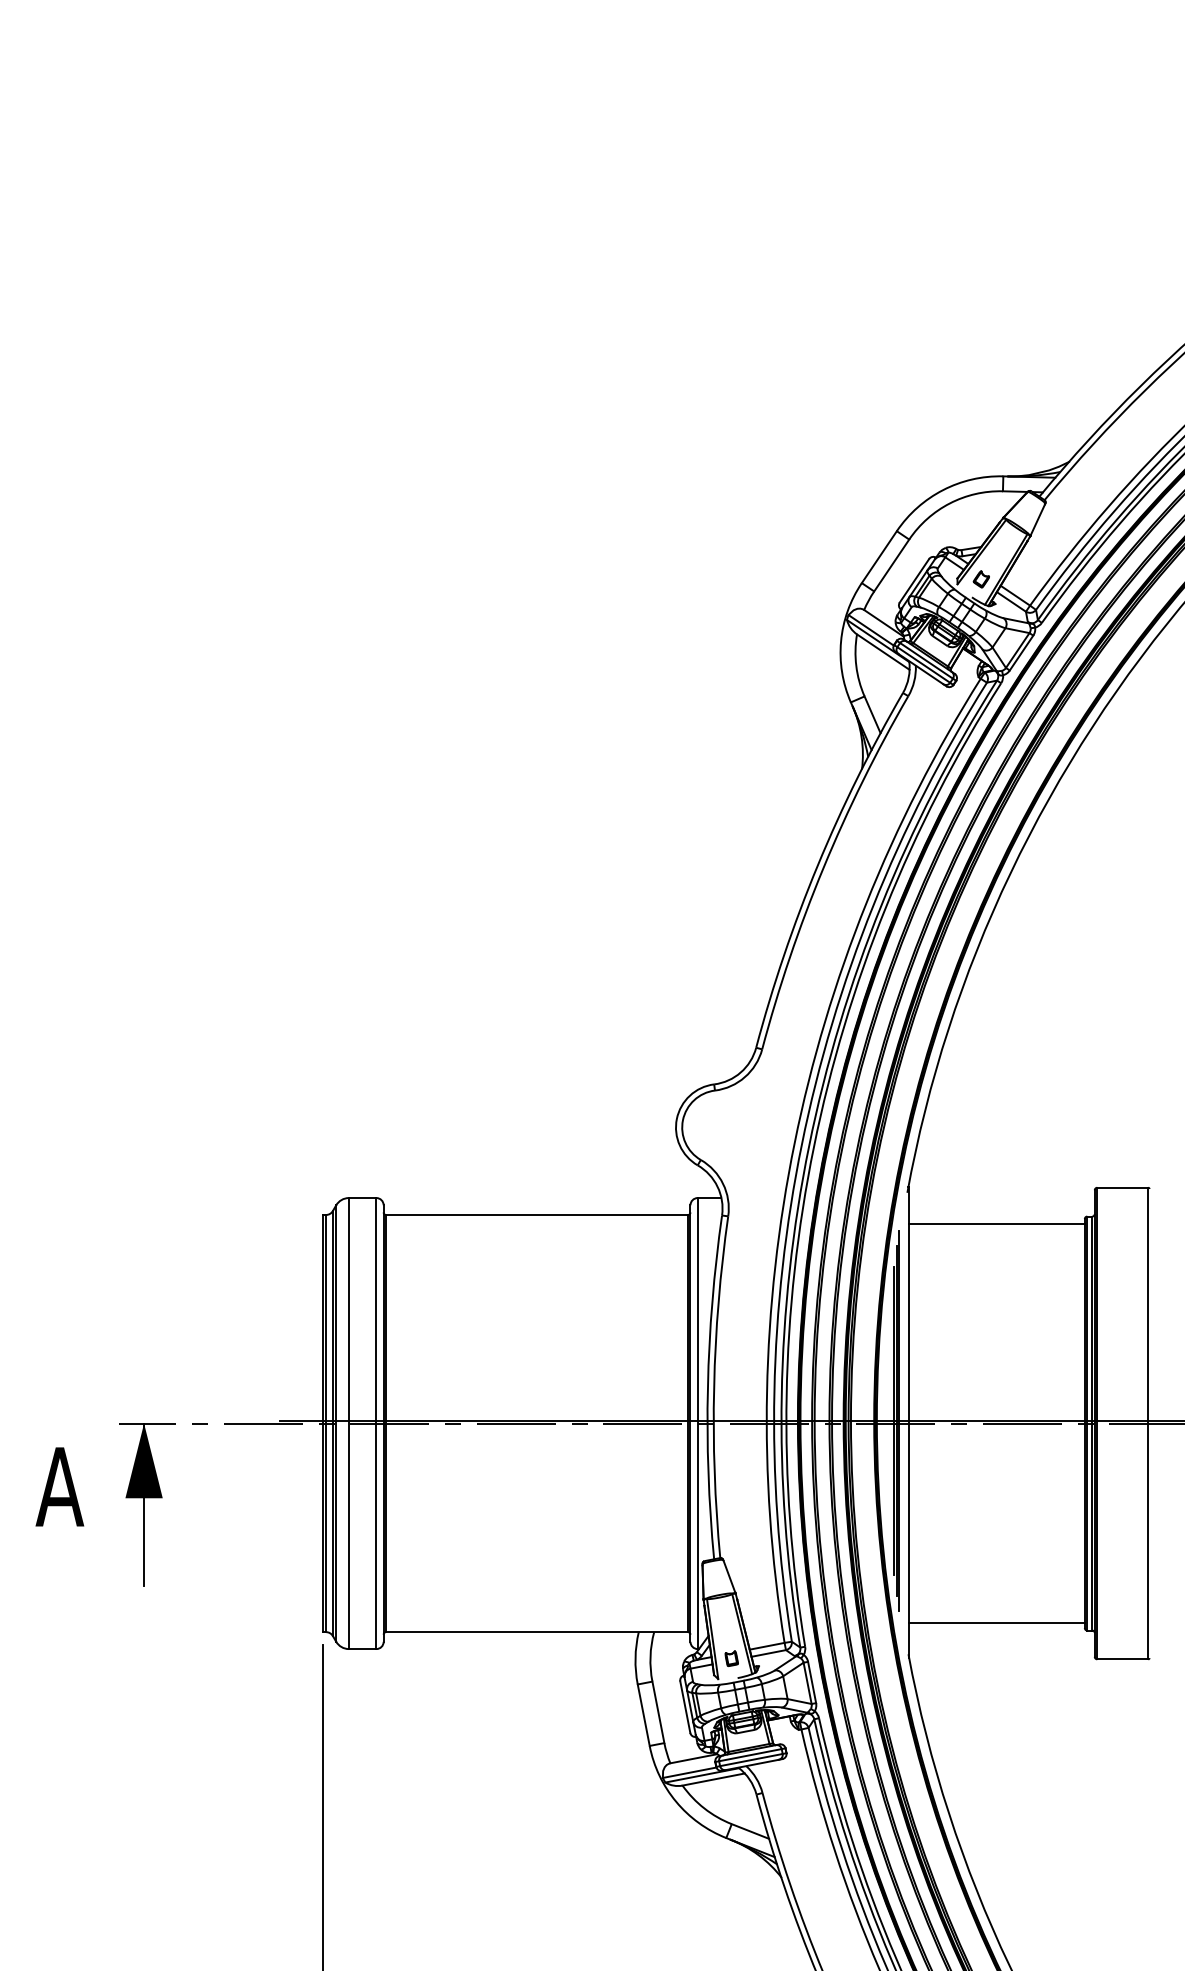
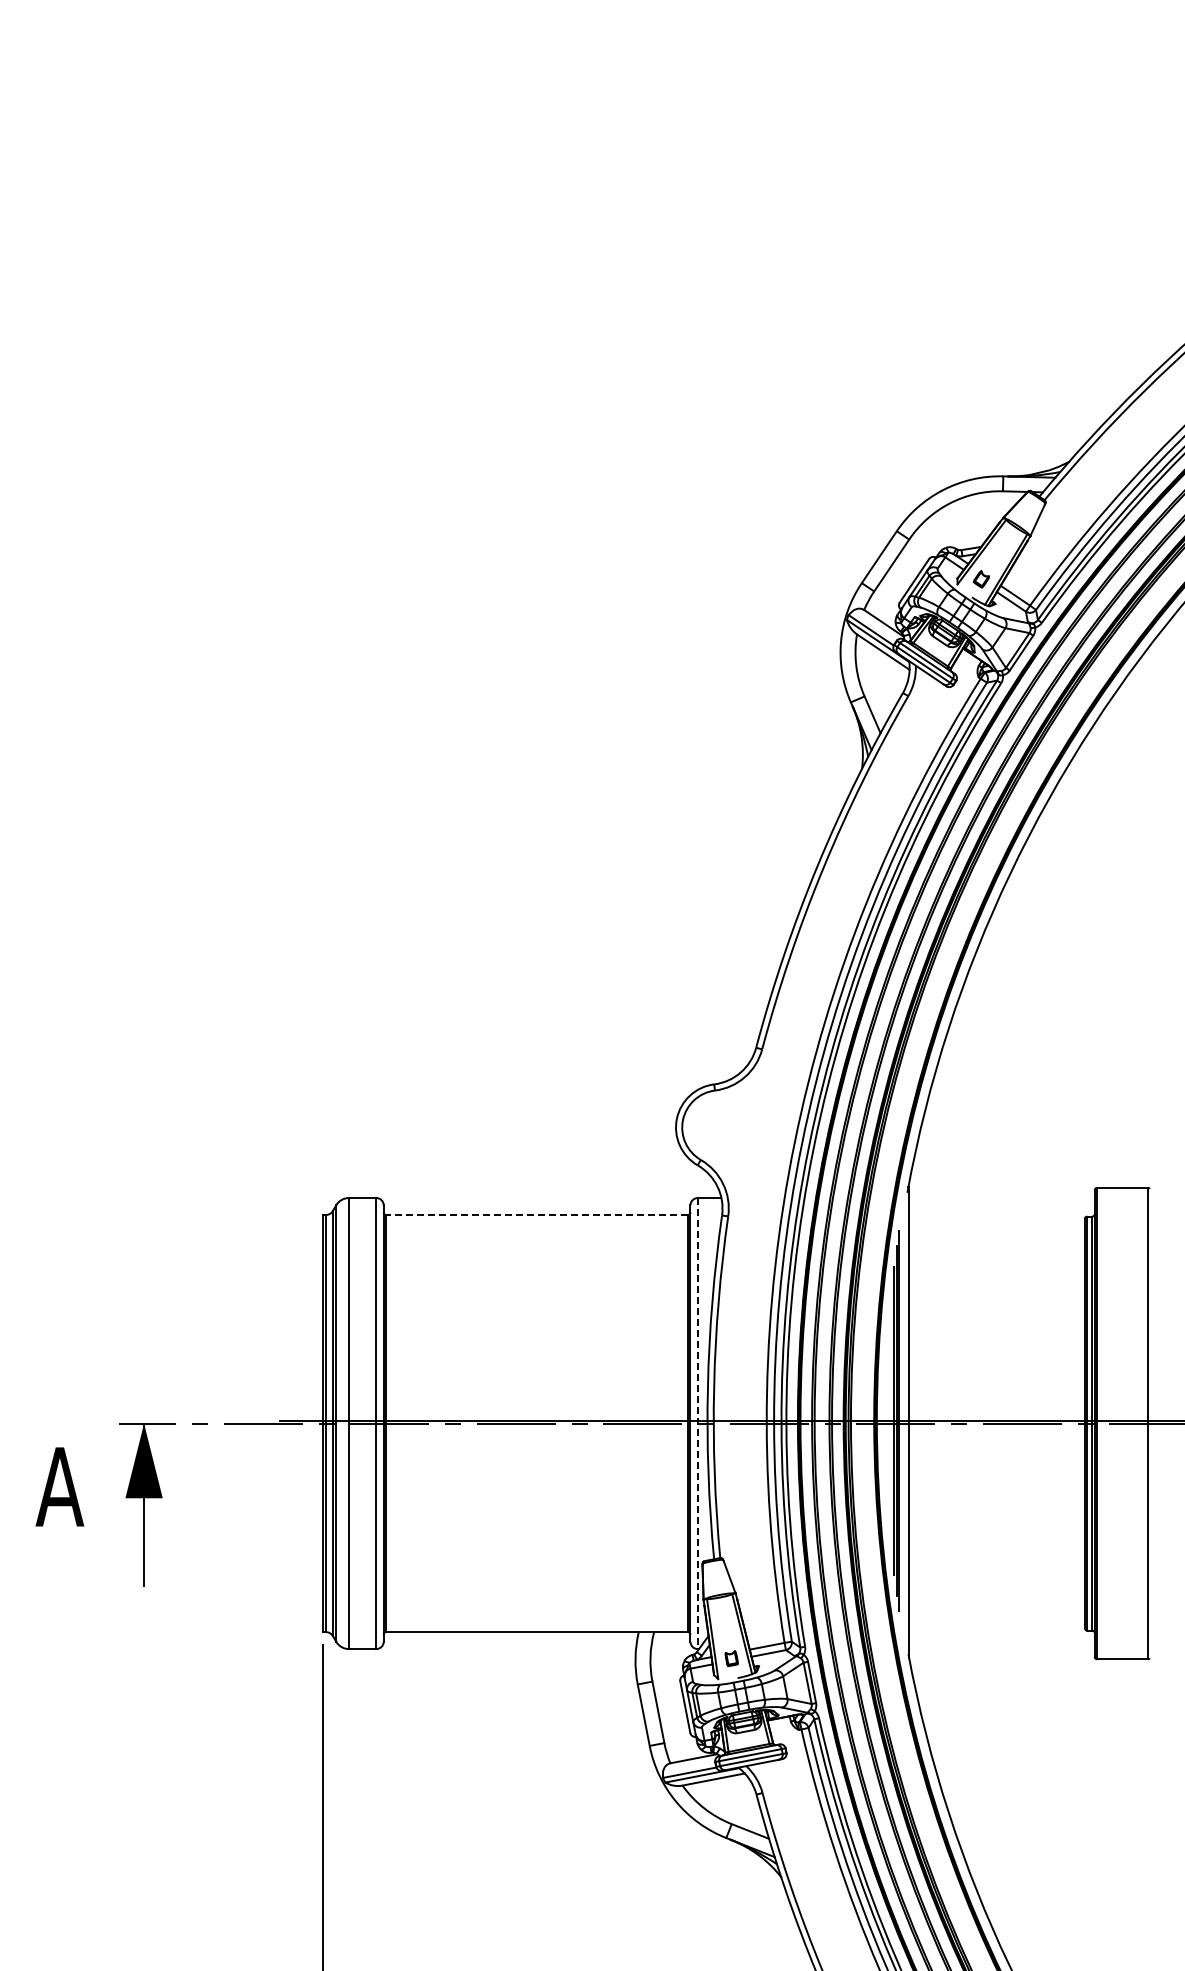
line at (537, 1214): solid -> dashed
line at (996, 1224): present -> none
line at (697, 1423): solid -> dashed
line at (996, 1622): present -> none
